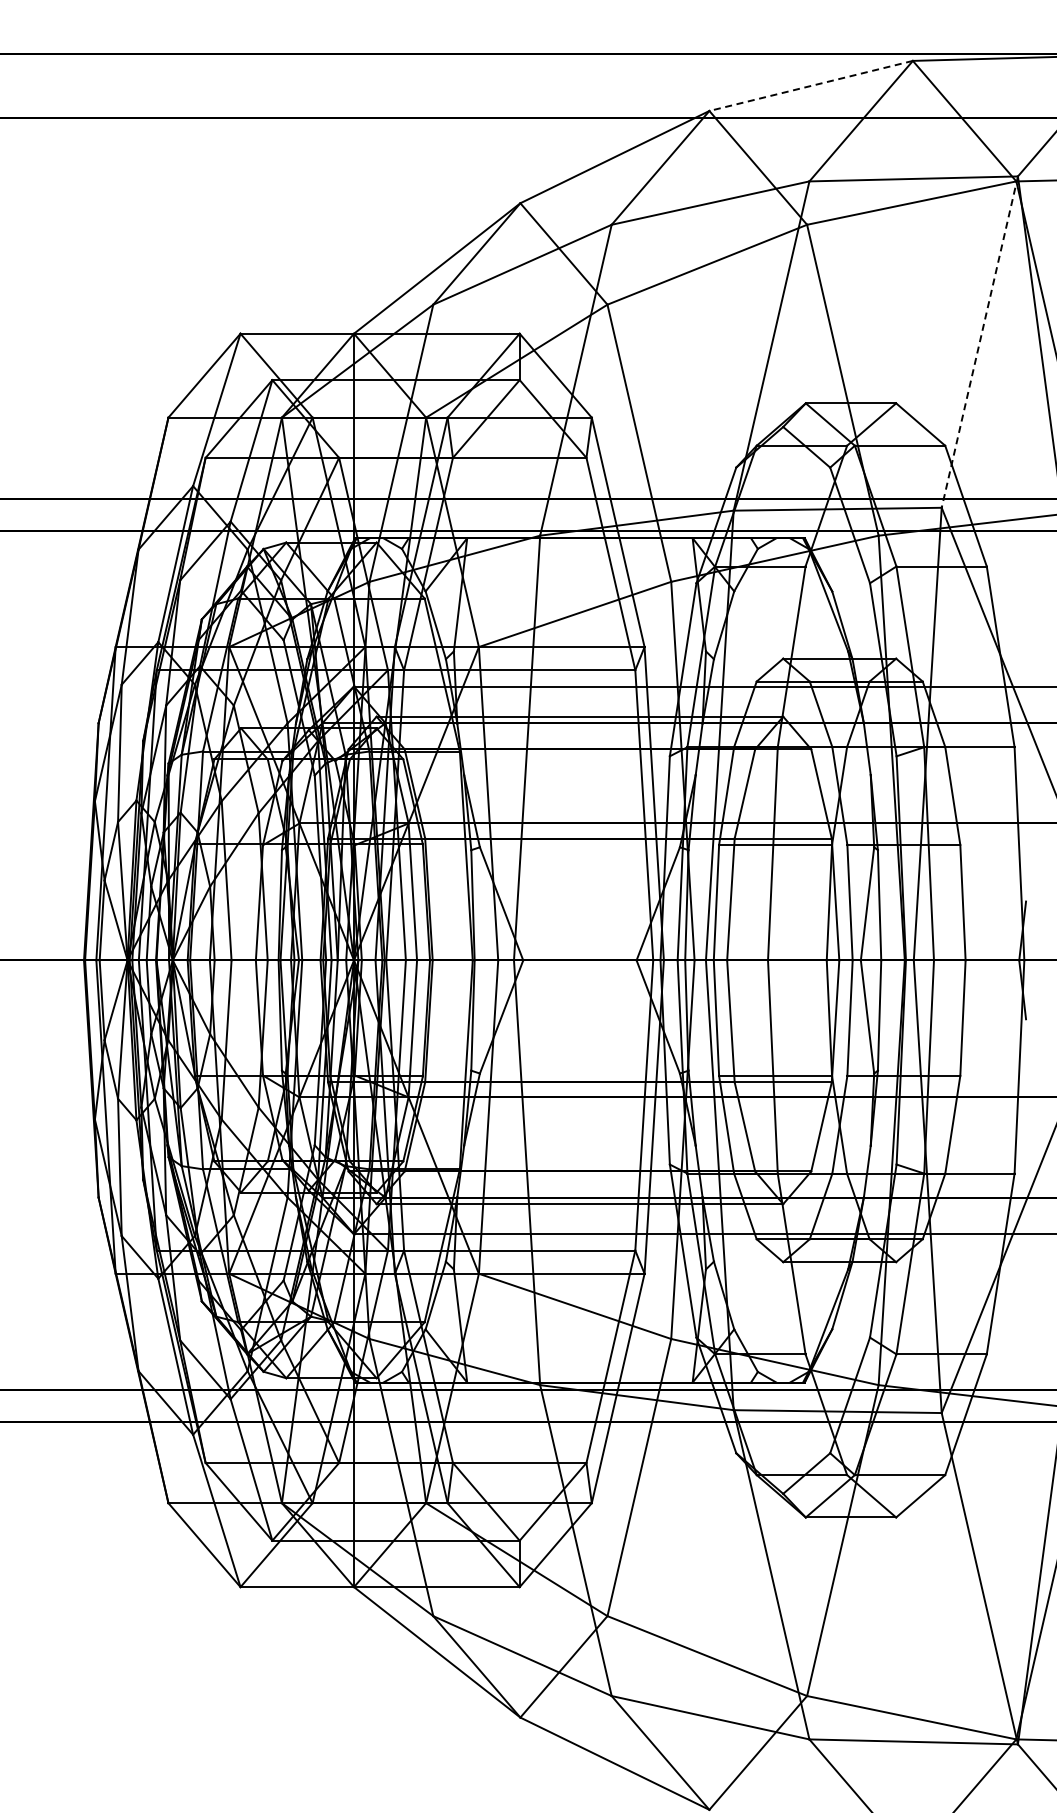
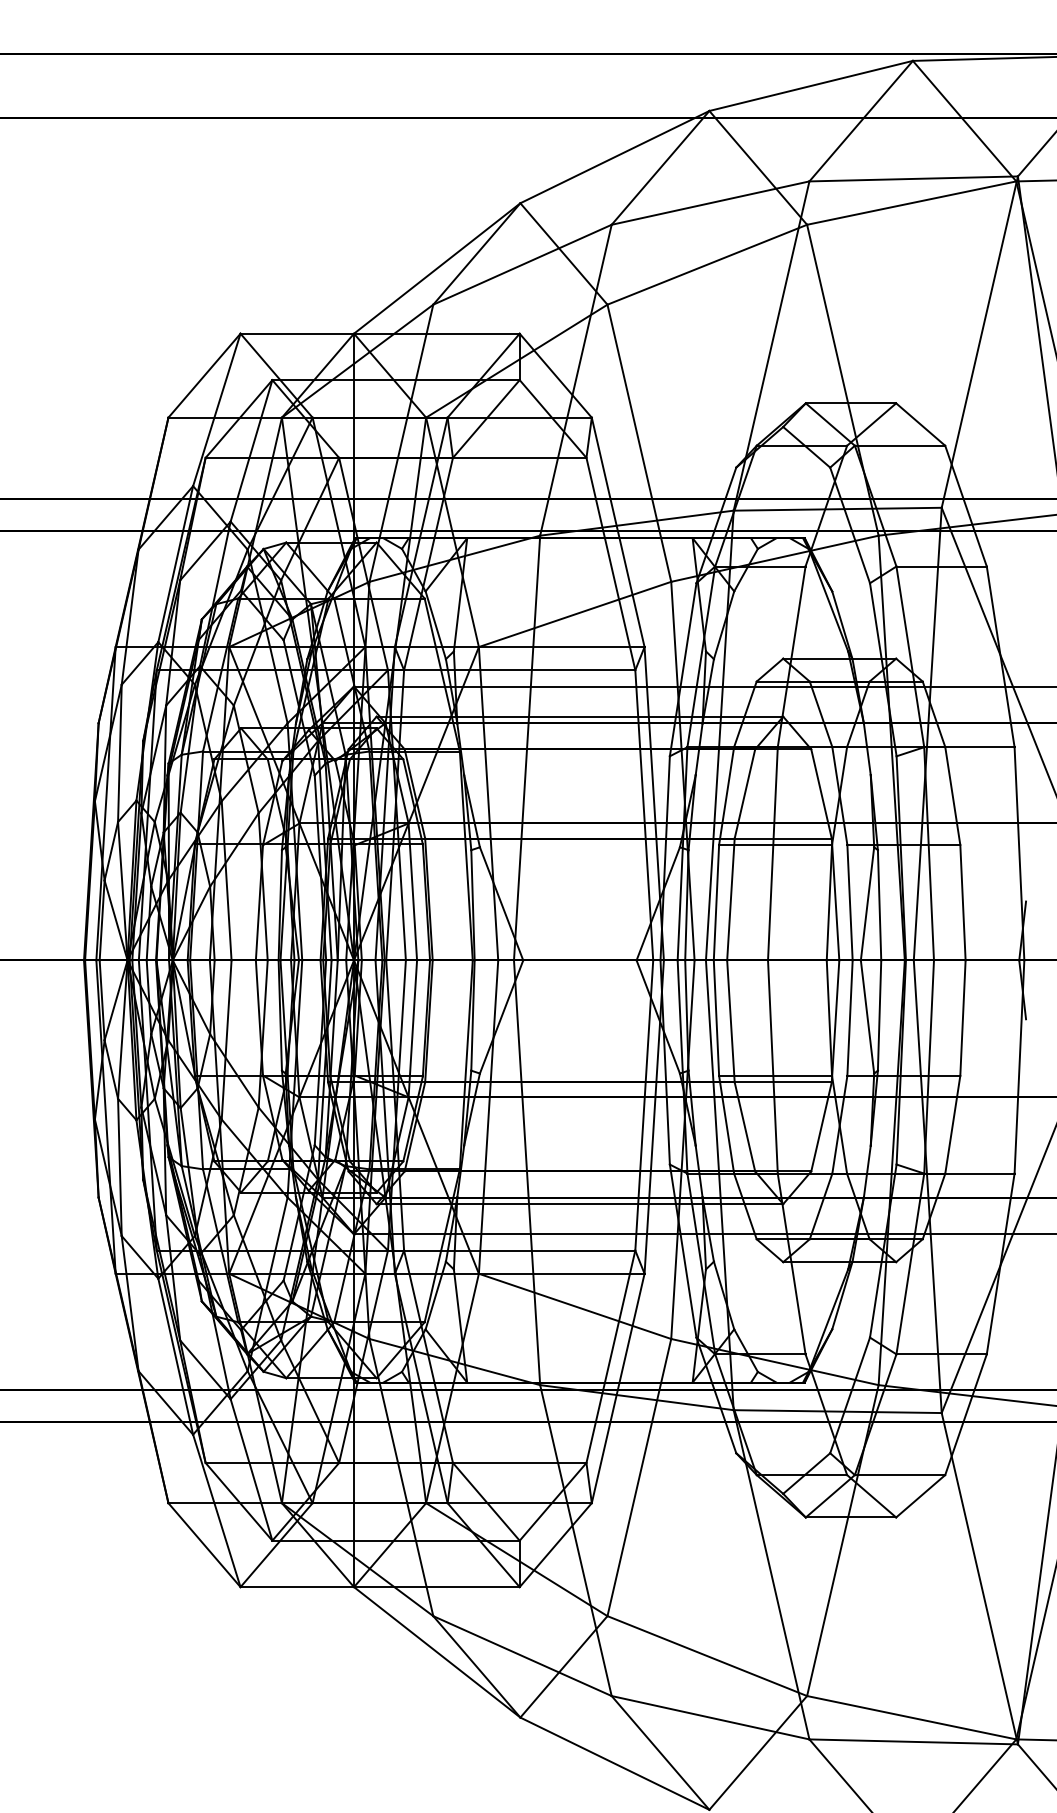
line at (811, 85): dashed -> solid
line at (979, 342): dashed -> solid
